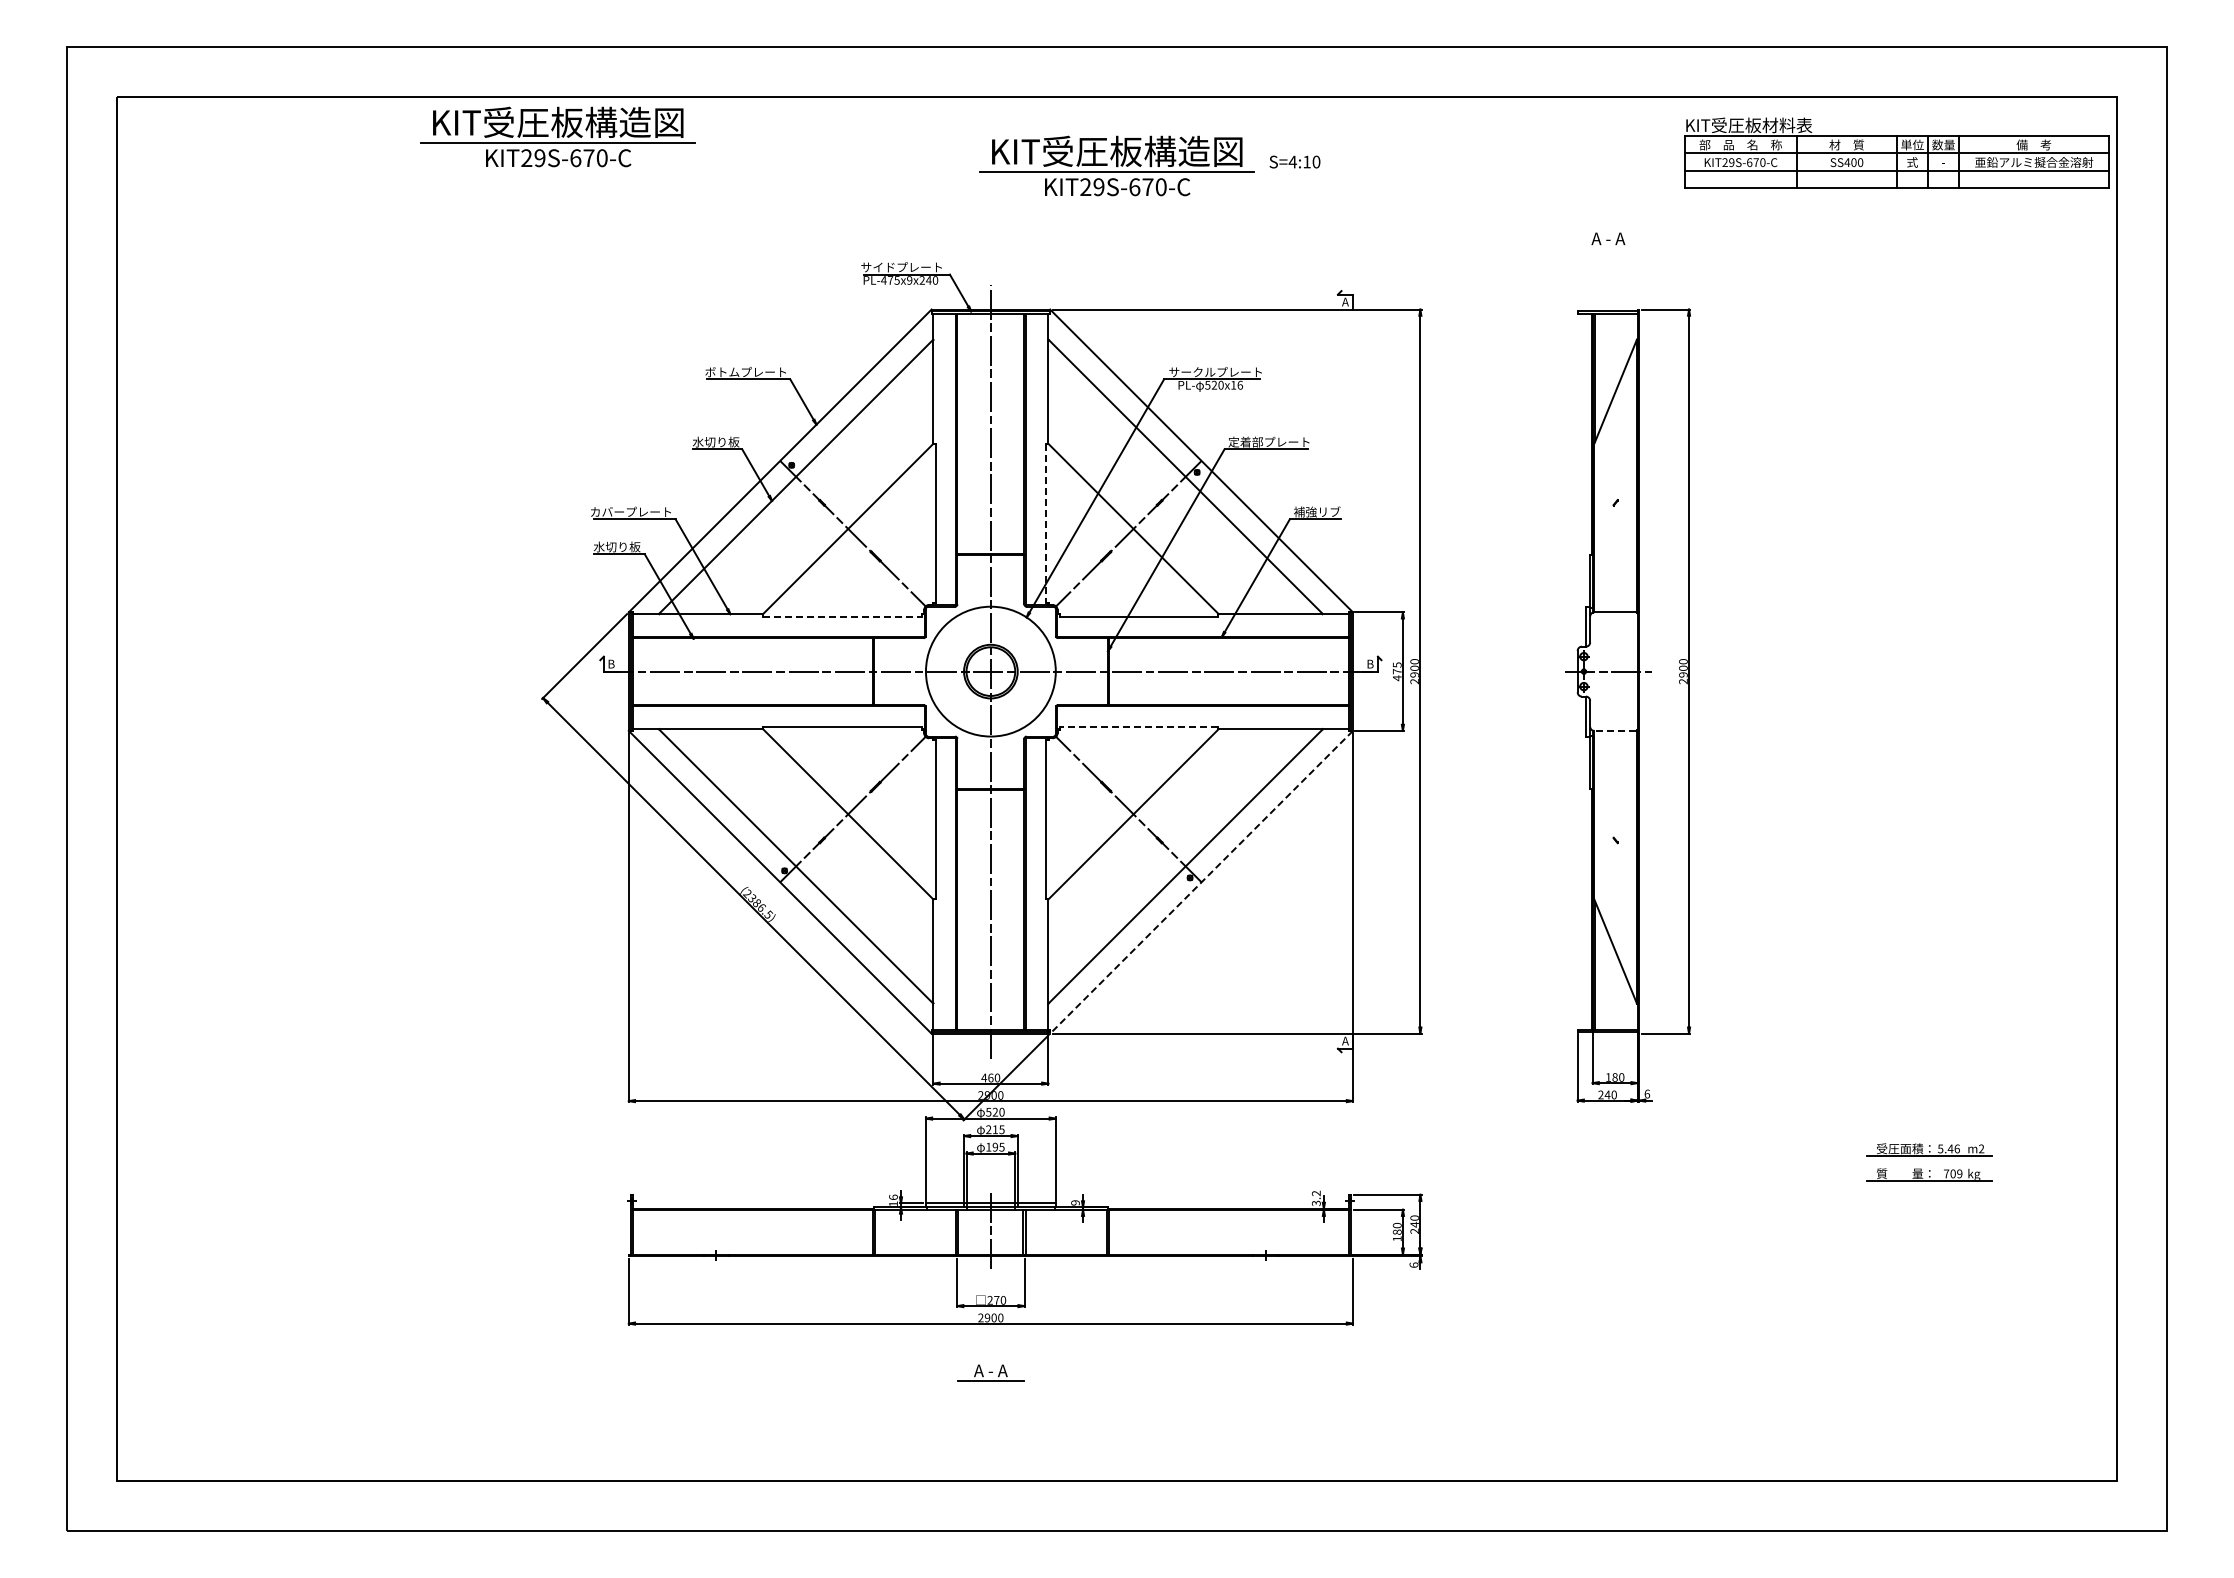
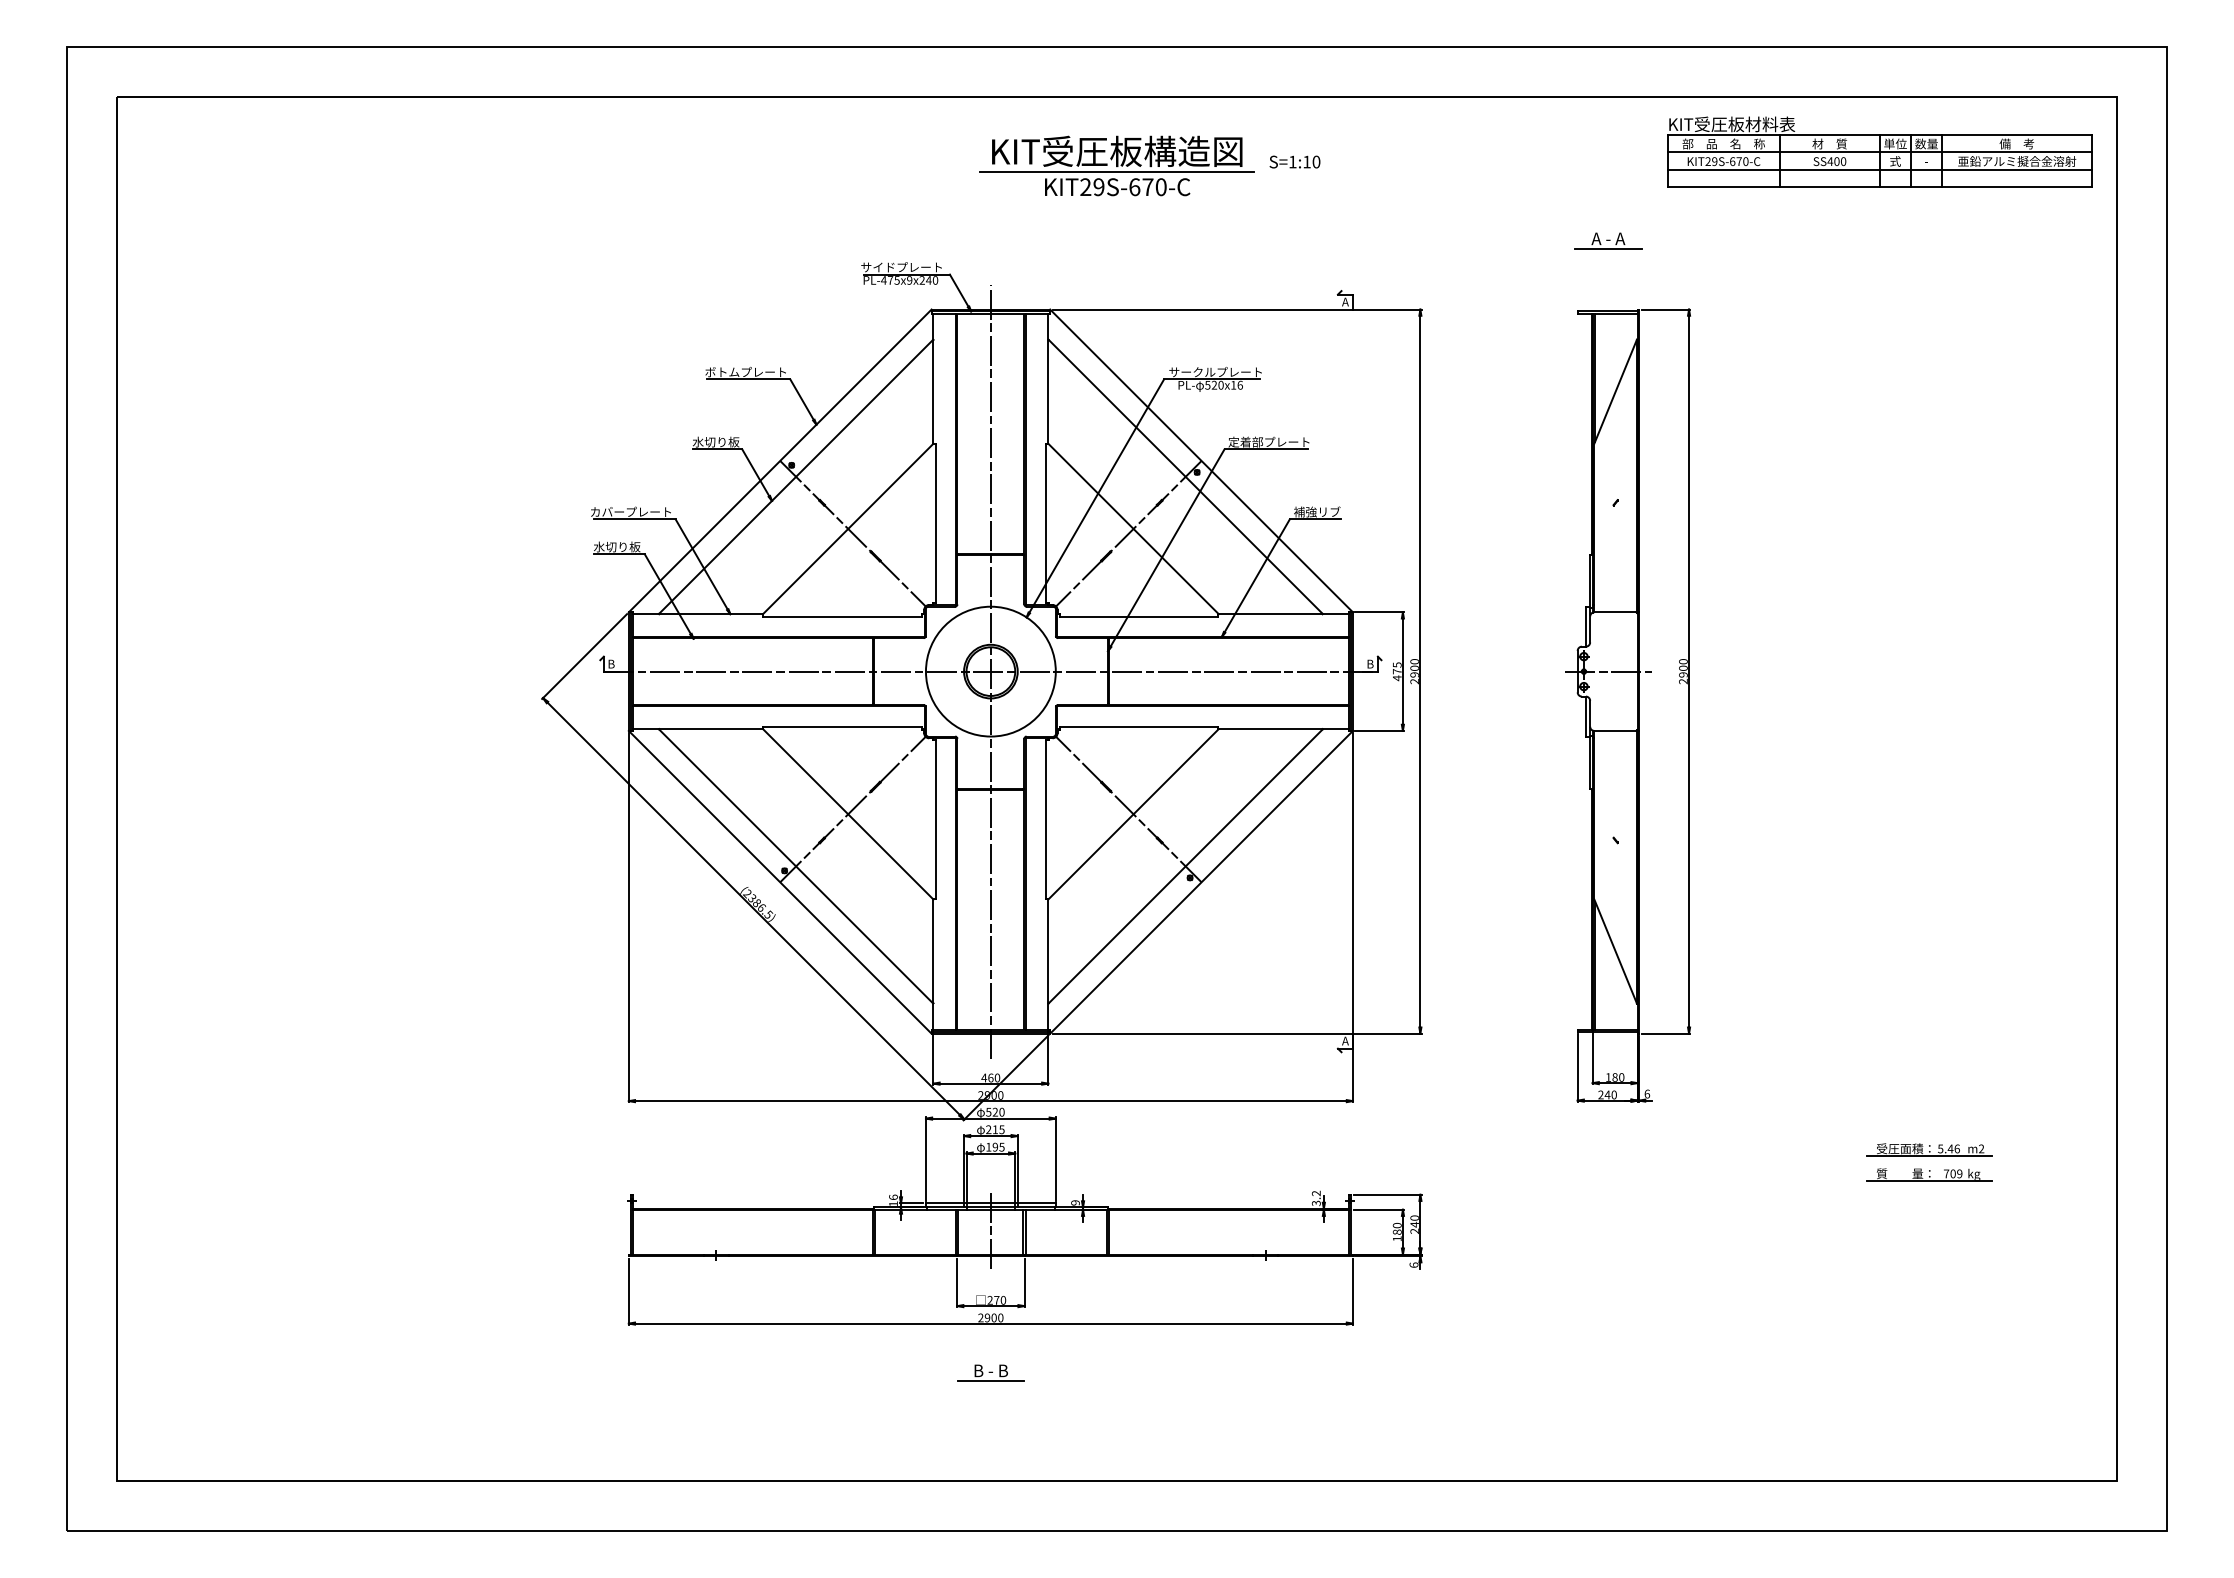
part at (557, 136): present -> none
part at (1896, 152) position: (1896, 152) -> (1879, 151)
text at (1292, 161): S=4:10 -> S=1:10
line at (1608, 249): none -> present
line at (1045, 524): dashed -> solid
line at (843, 616): dashed -> solid
line at (1138, 726): dashed -> solid
line at (1615, 730): dashed -> solid
line at (1201, 882): dashed -> solid
text at (990, 1370): A - A -> B - B
